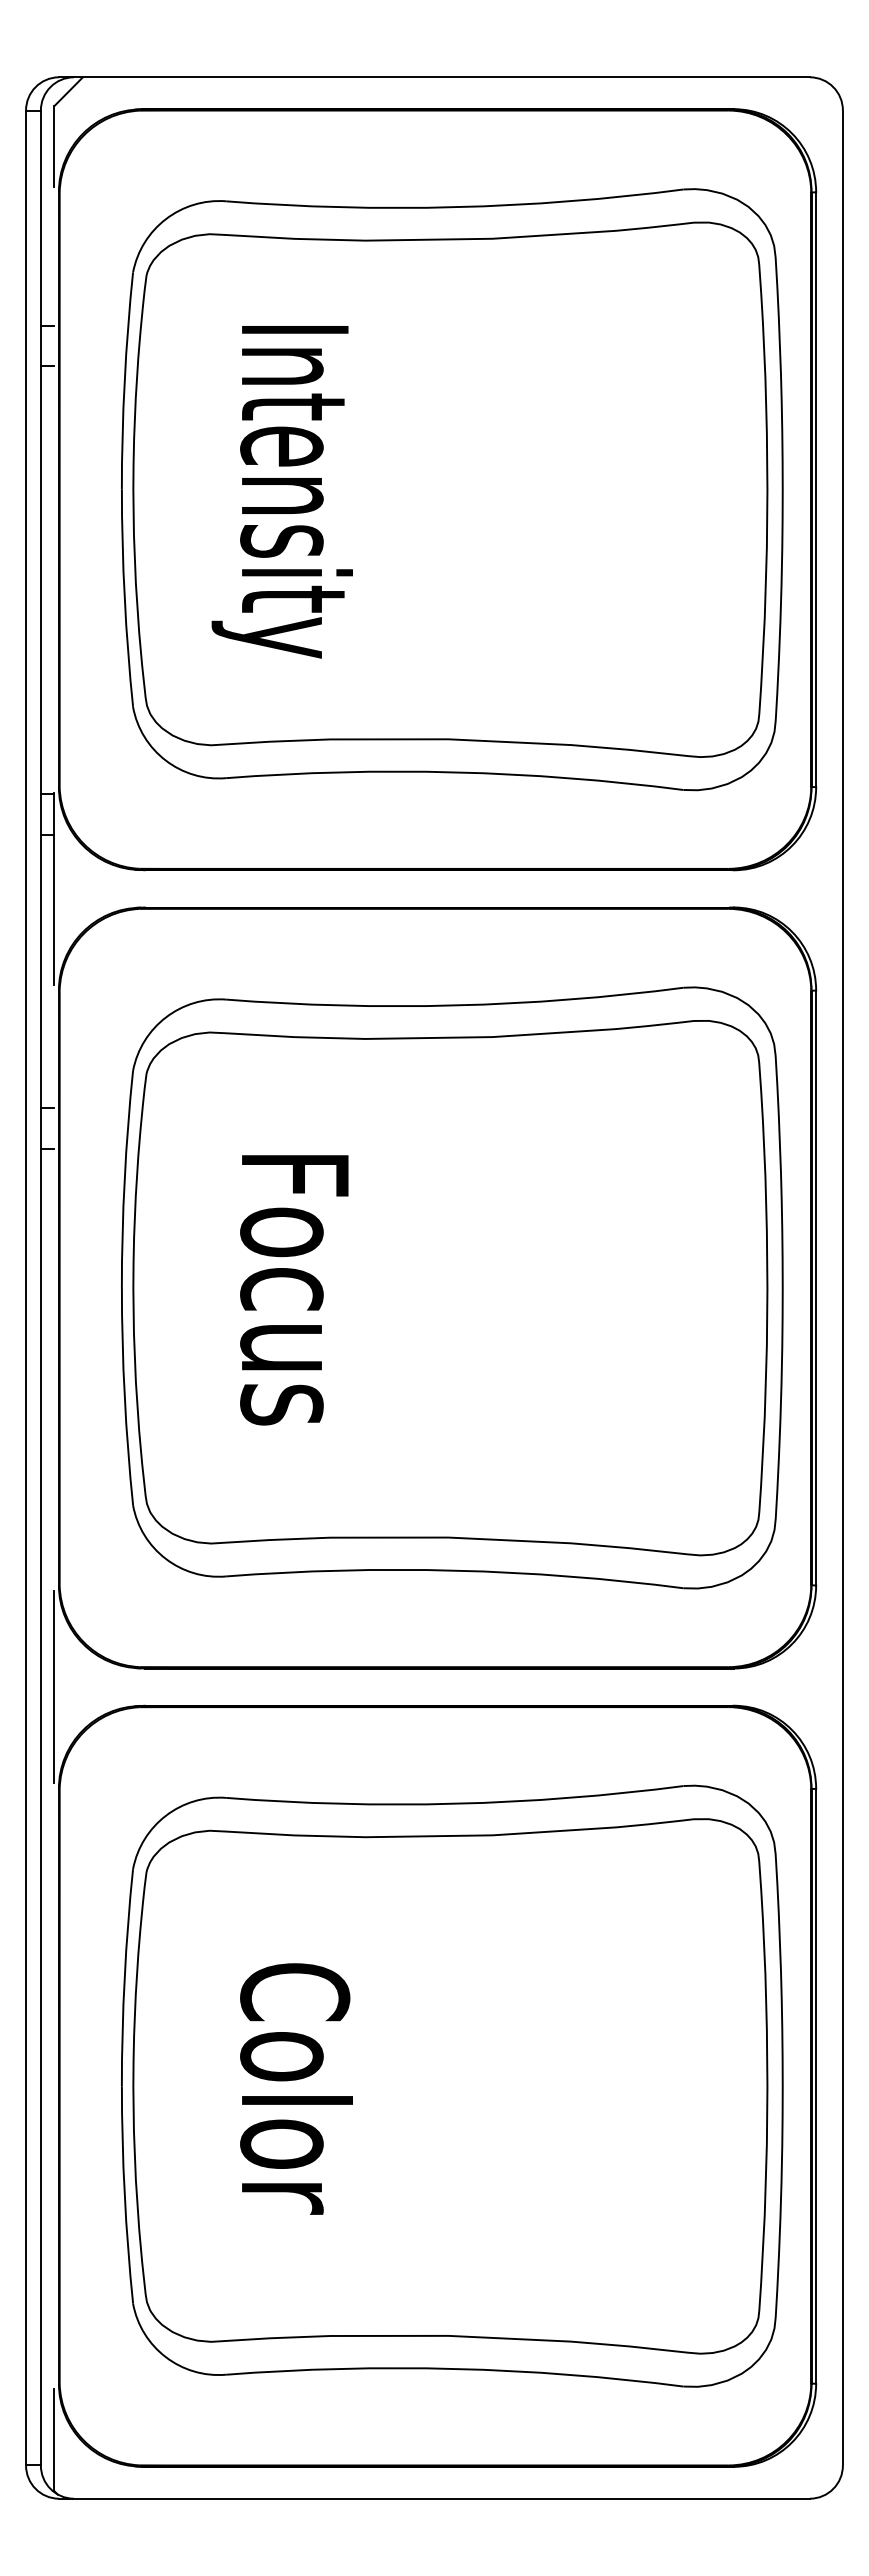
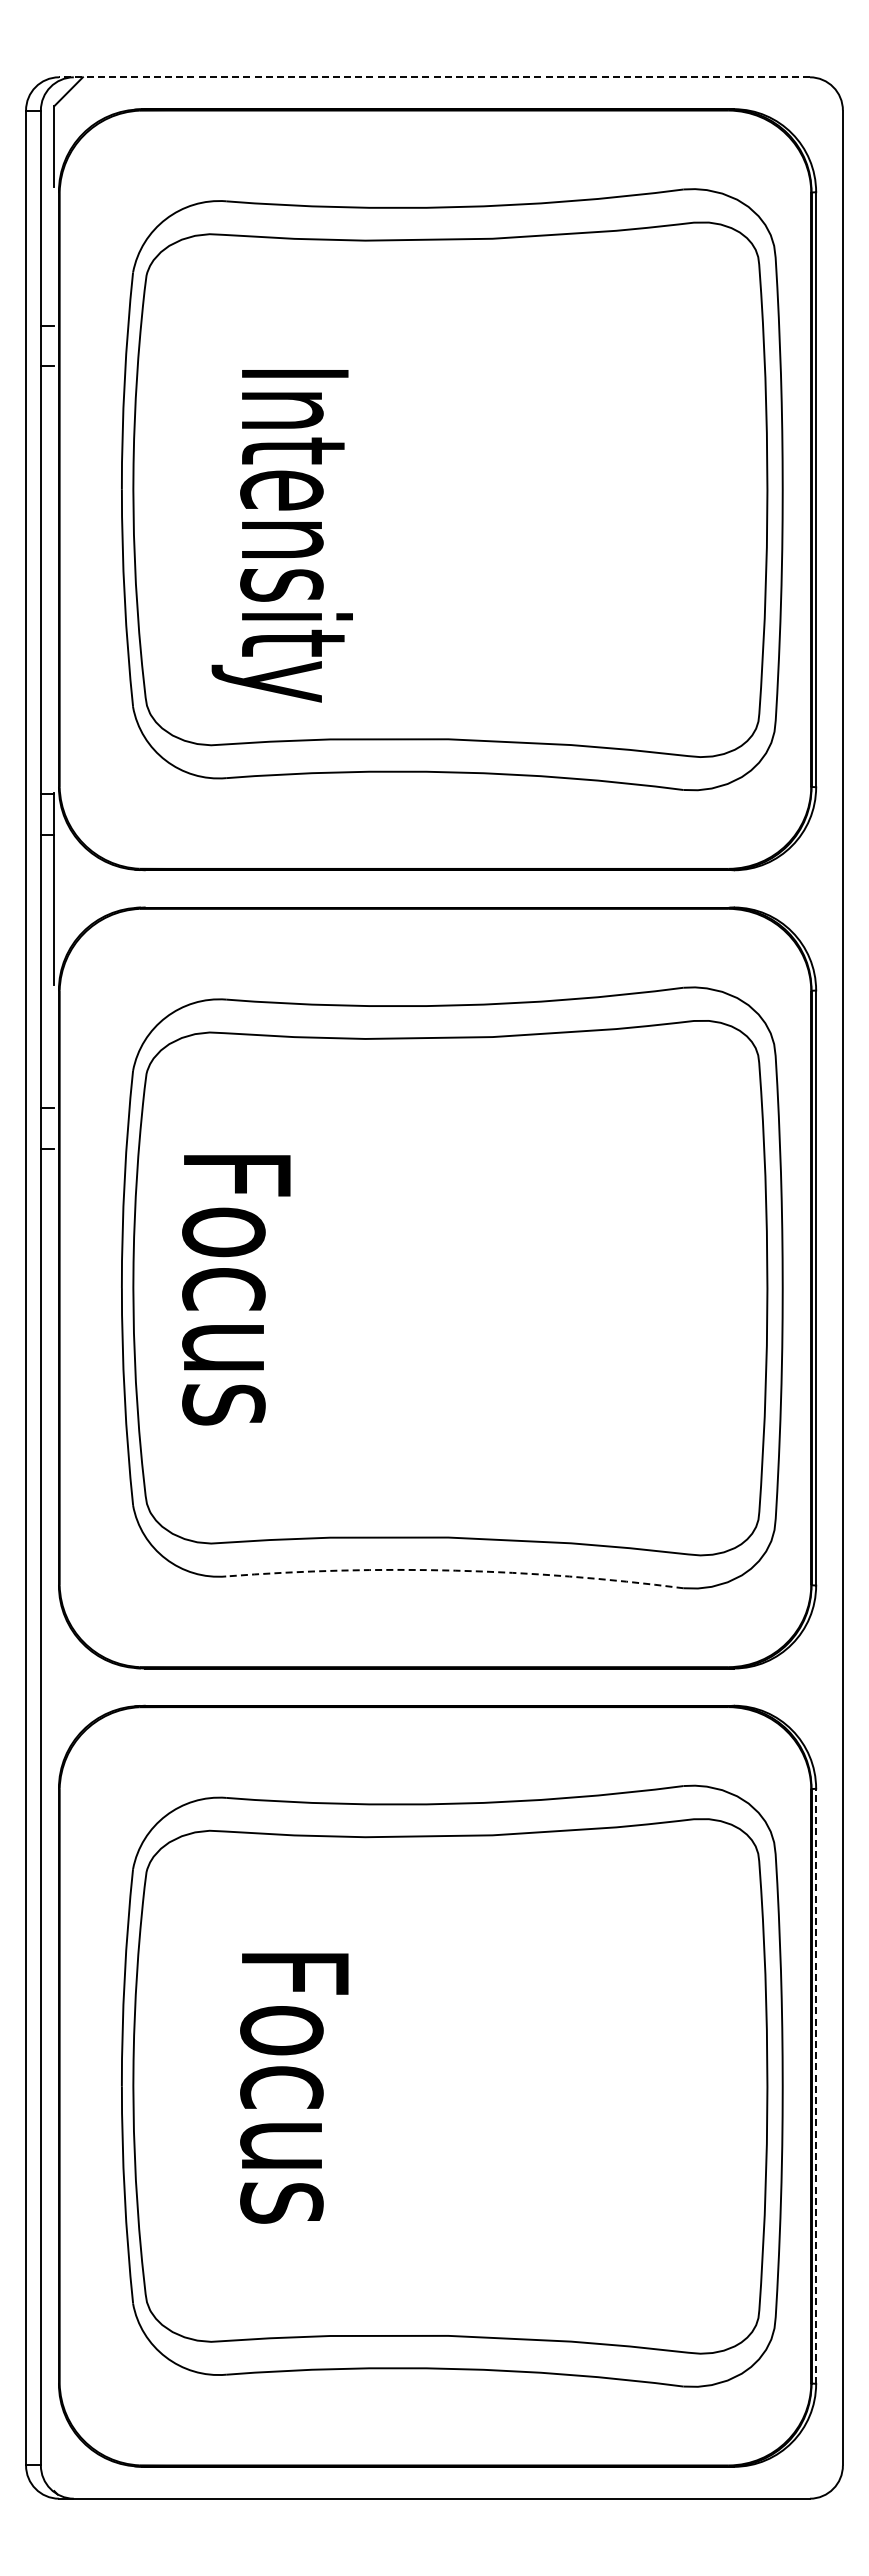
line at (434, 77): solid -> dashed
text at (281, 492) position: (281, 492) -> (281, 536)
text at (294, 1290) position: (294, 1290) -> (236, 1290)
arc at (455, 1570): solid -> dashed
line at (54, 1686): present -> none
line at (816, 2085): solid -> dashed
text at (296, 2088): Color -> Focus
line at (54, 2440): present -> none
